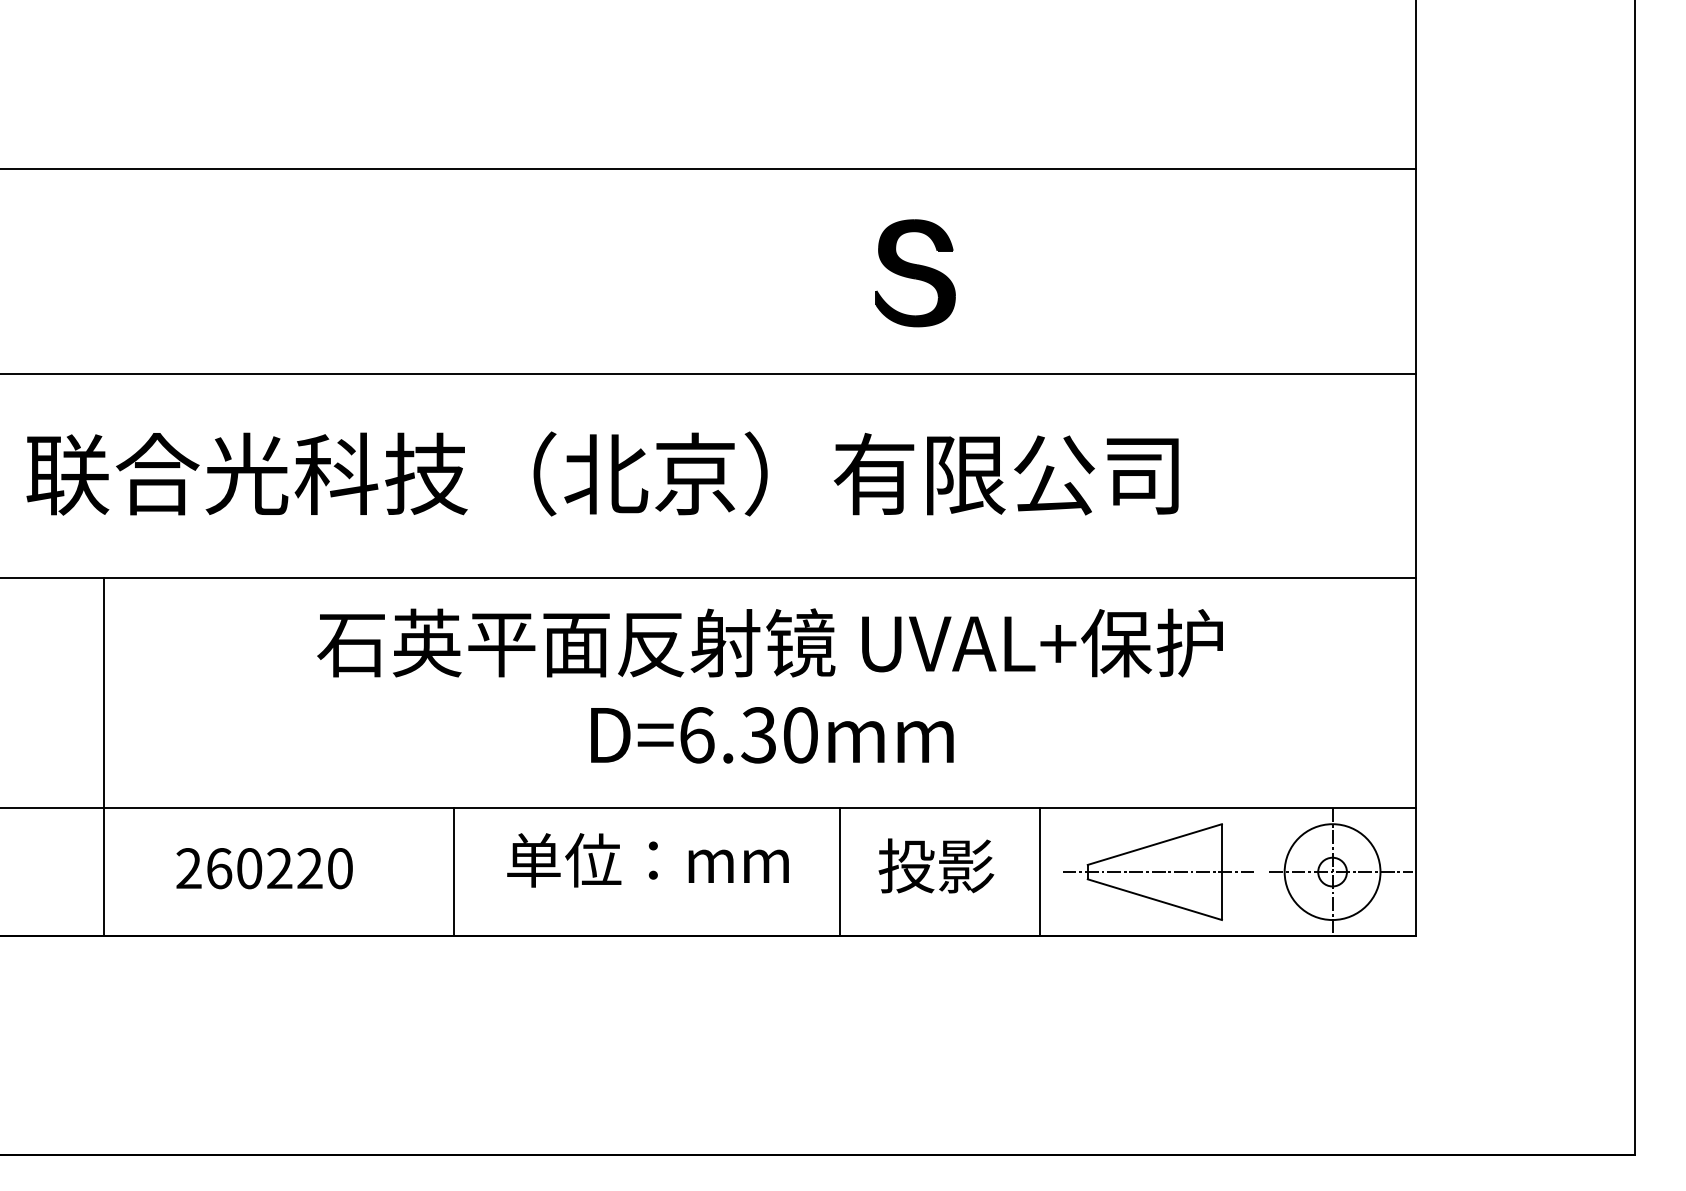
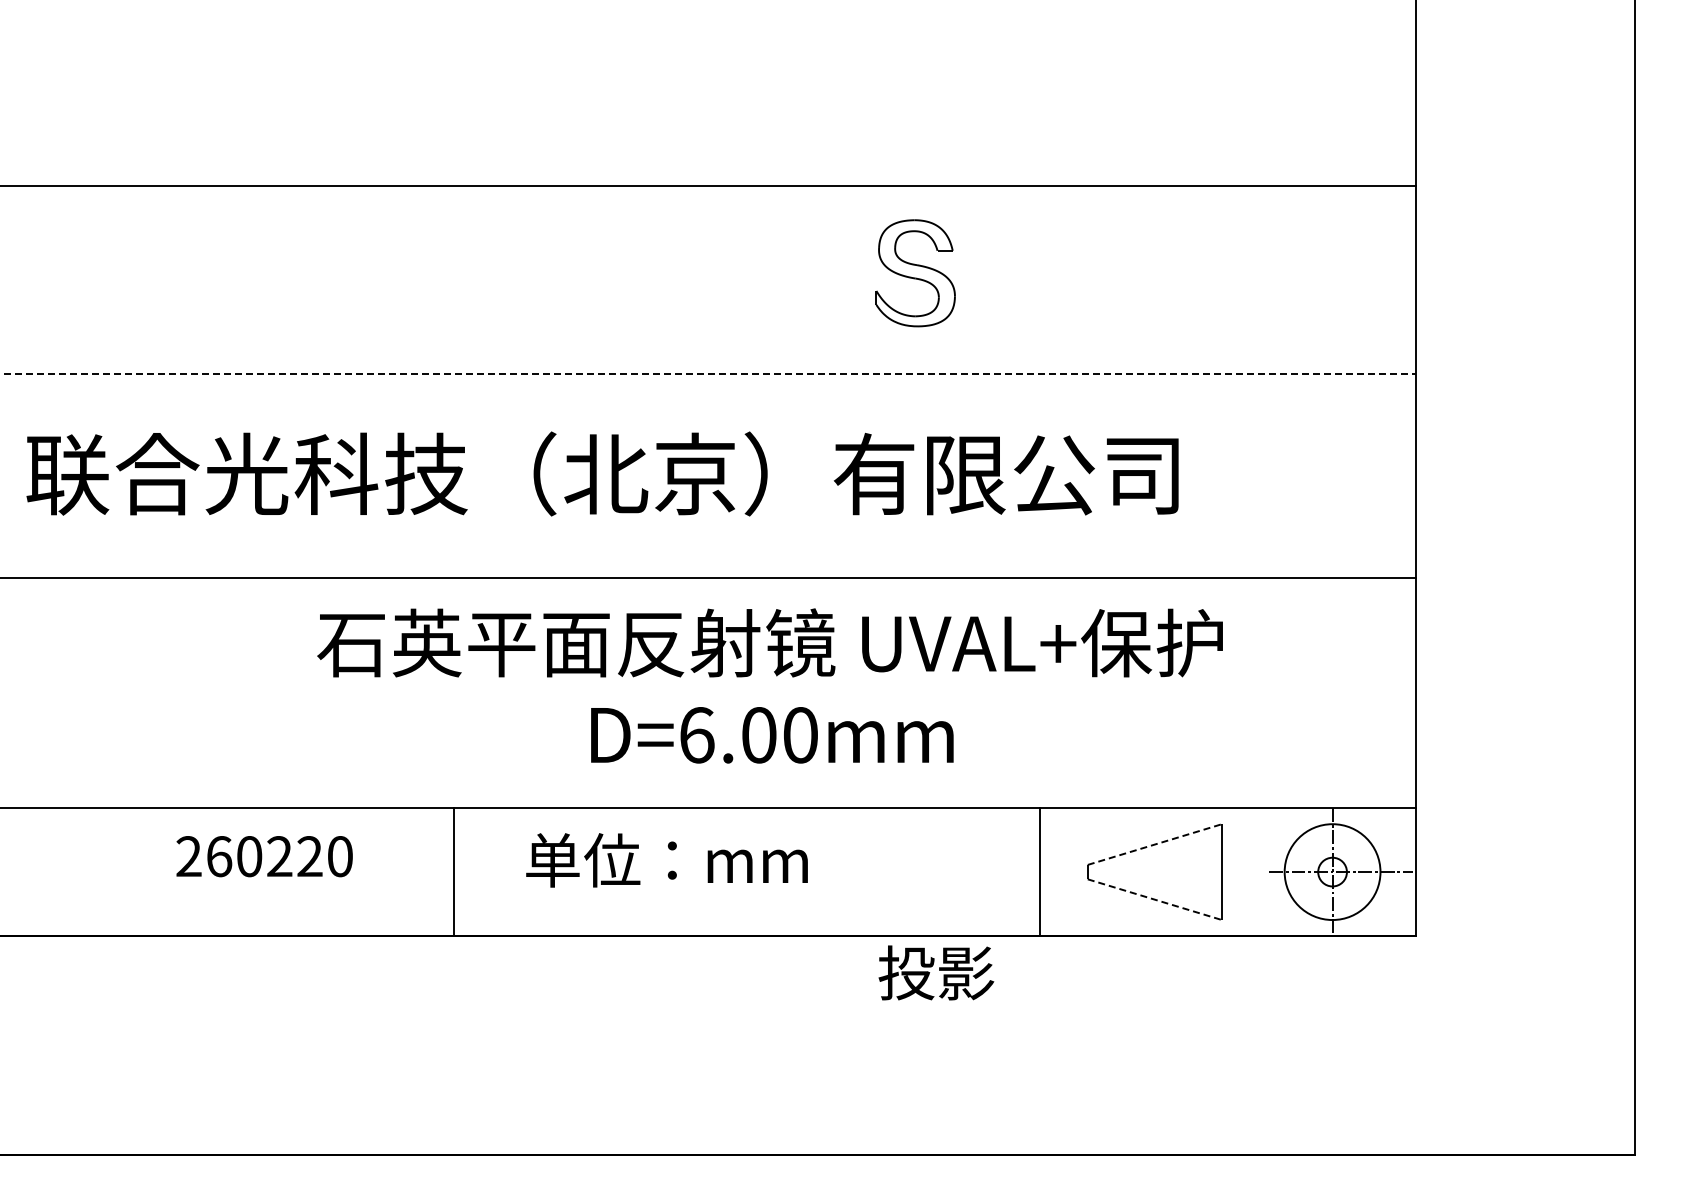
line at (709, 169) position: (709, 169) -> (709, 186)
fill at (915, 273): present -> none
line at (708, 373): solid -> dashed
text at (758, 735): D=6.30mm -> D=6.00mm
line at (104, 757): present -> none
line at (1155, 844): solid -> dashed
text at (647, 860) position: (647, 860) -> (666, 860)
text at (936, 865) position: (936, 865) -> (936, 972)
text at (264, 868) position: (264, 868) -> (264, 856)
line at (839, 872): present -> none
line at (1157, 872): present -> none
line at (1155, 899): solid -> dashed
